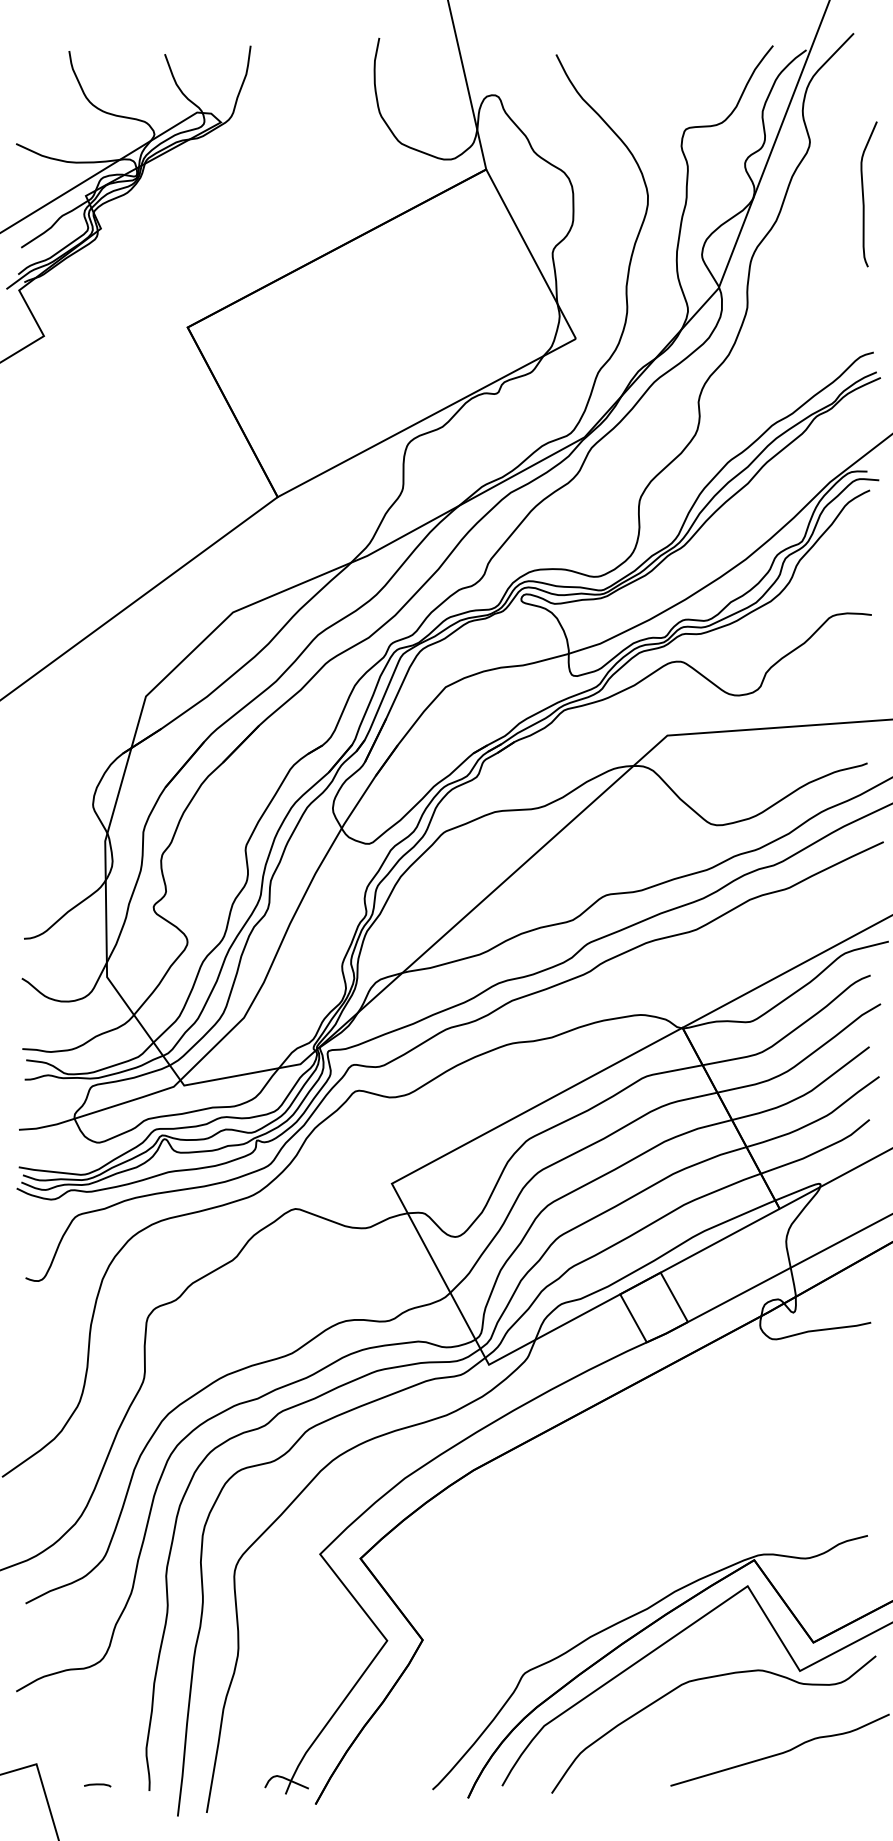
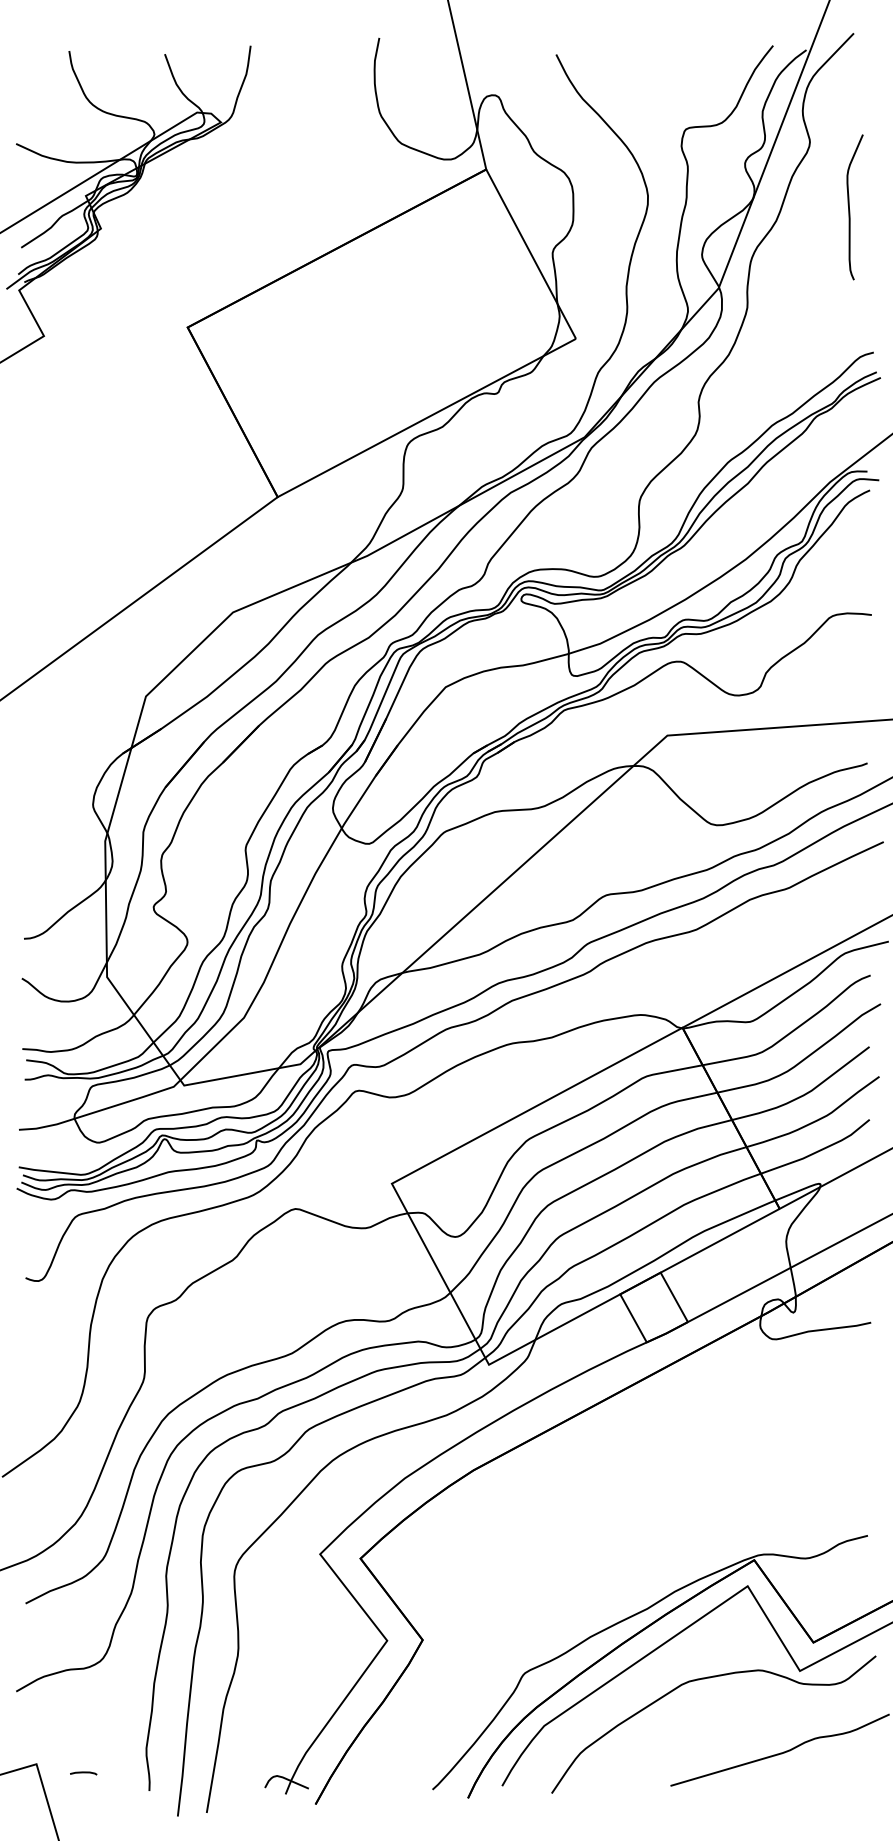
curve at (863, 194) position: (863, 194) -> (849, 207)
curve at (97, 1785) position: (97, 1785) -> (83, 1773)
